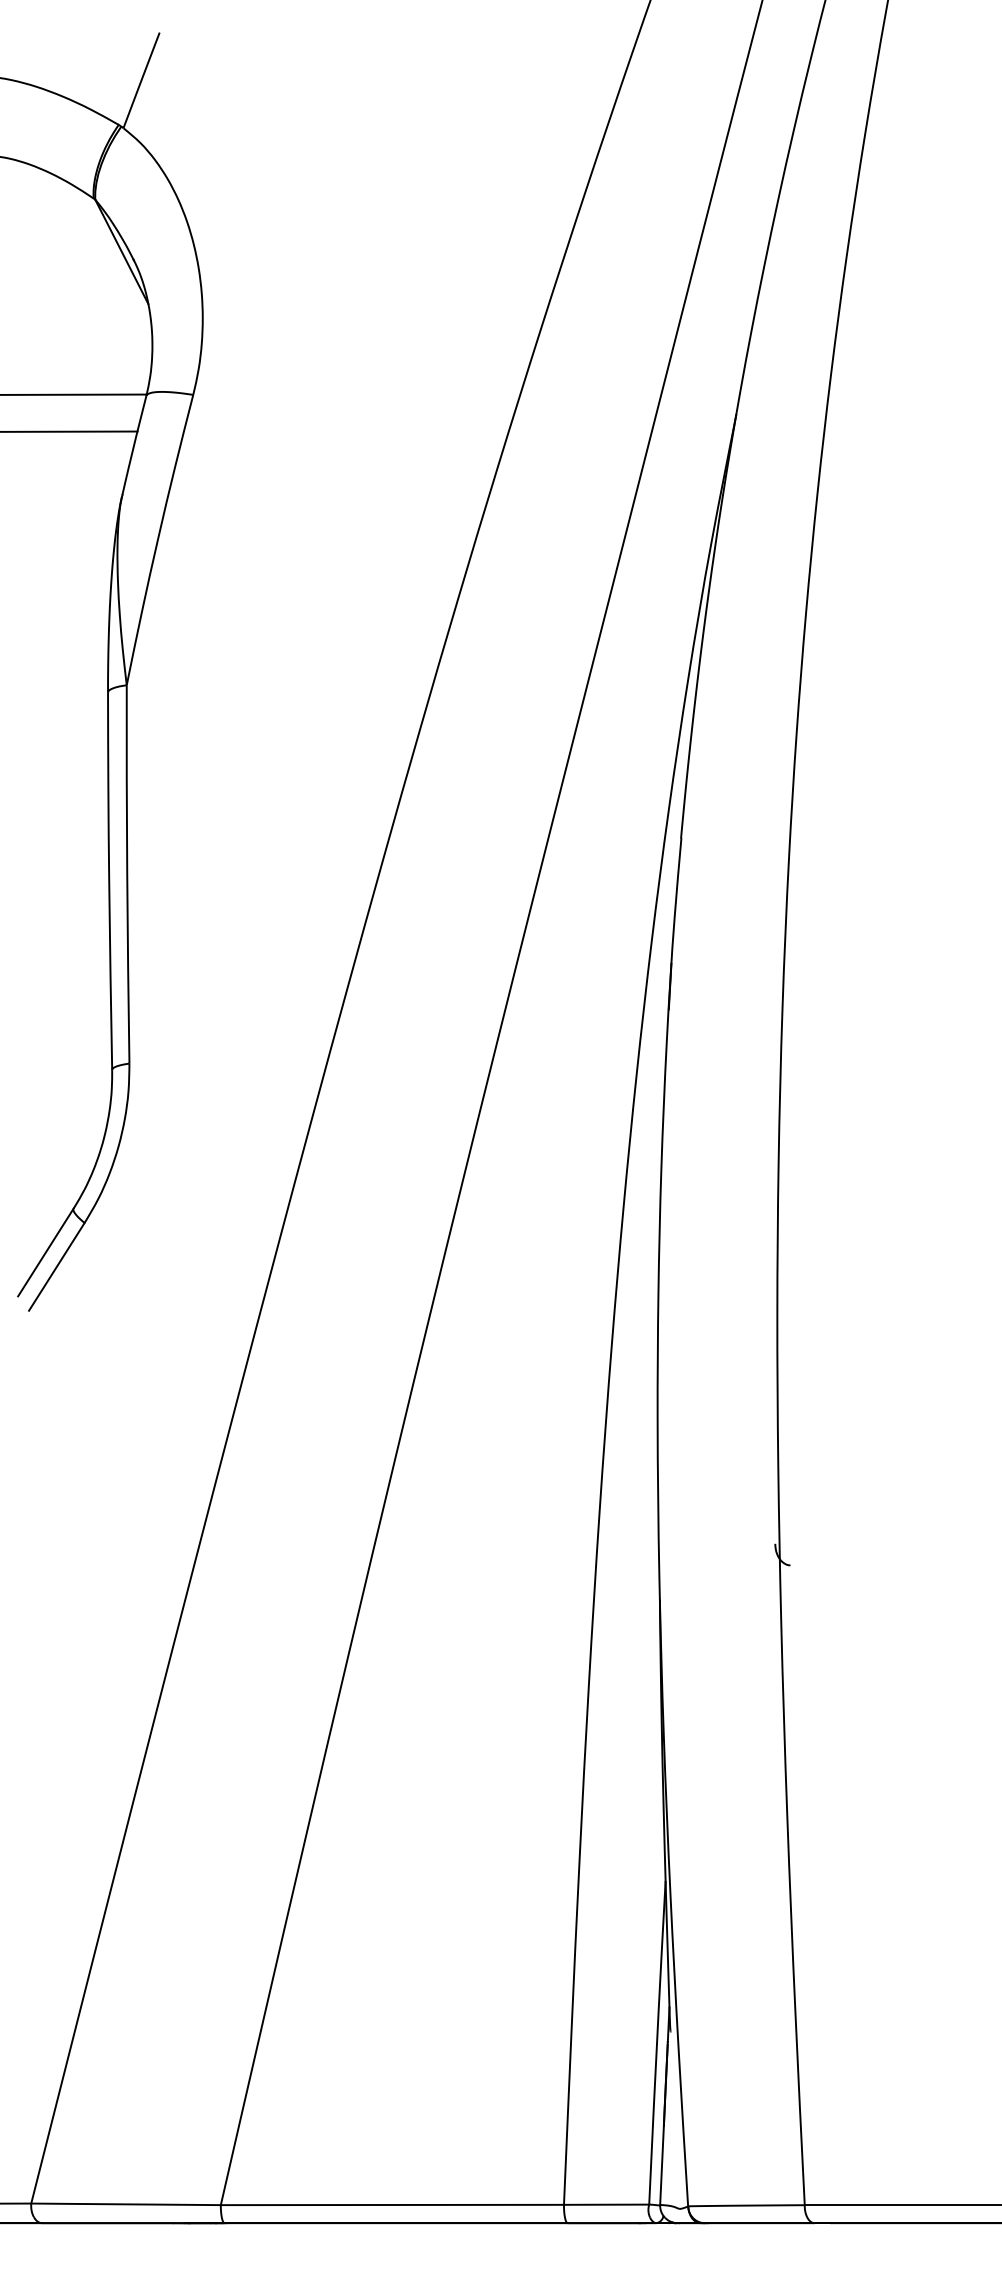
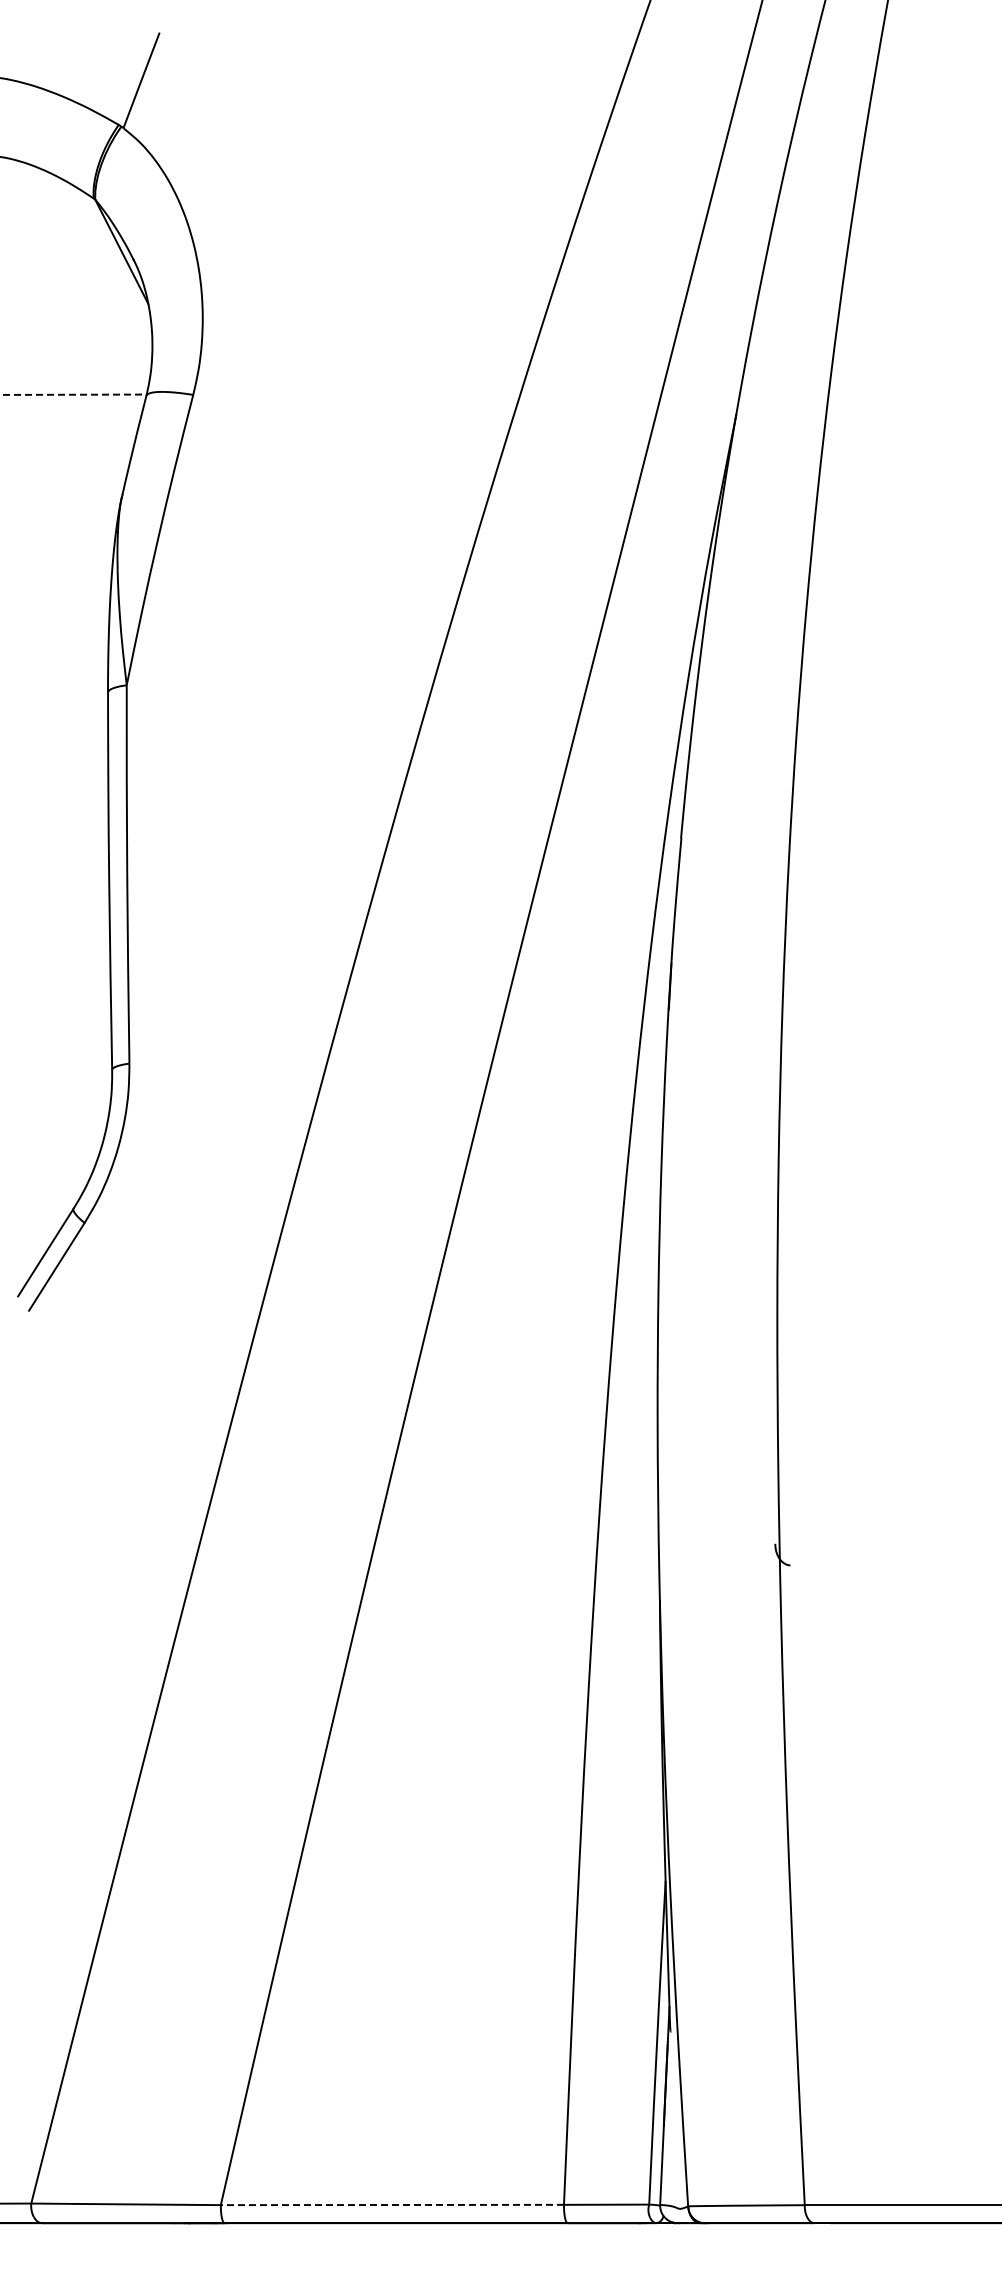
line at (73, 394): solid -> dashed
line at (69, 431): present -> none
line at (392, 2204): solid -> dashed
